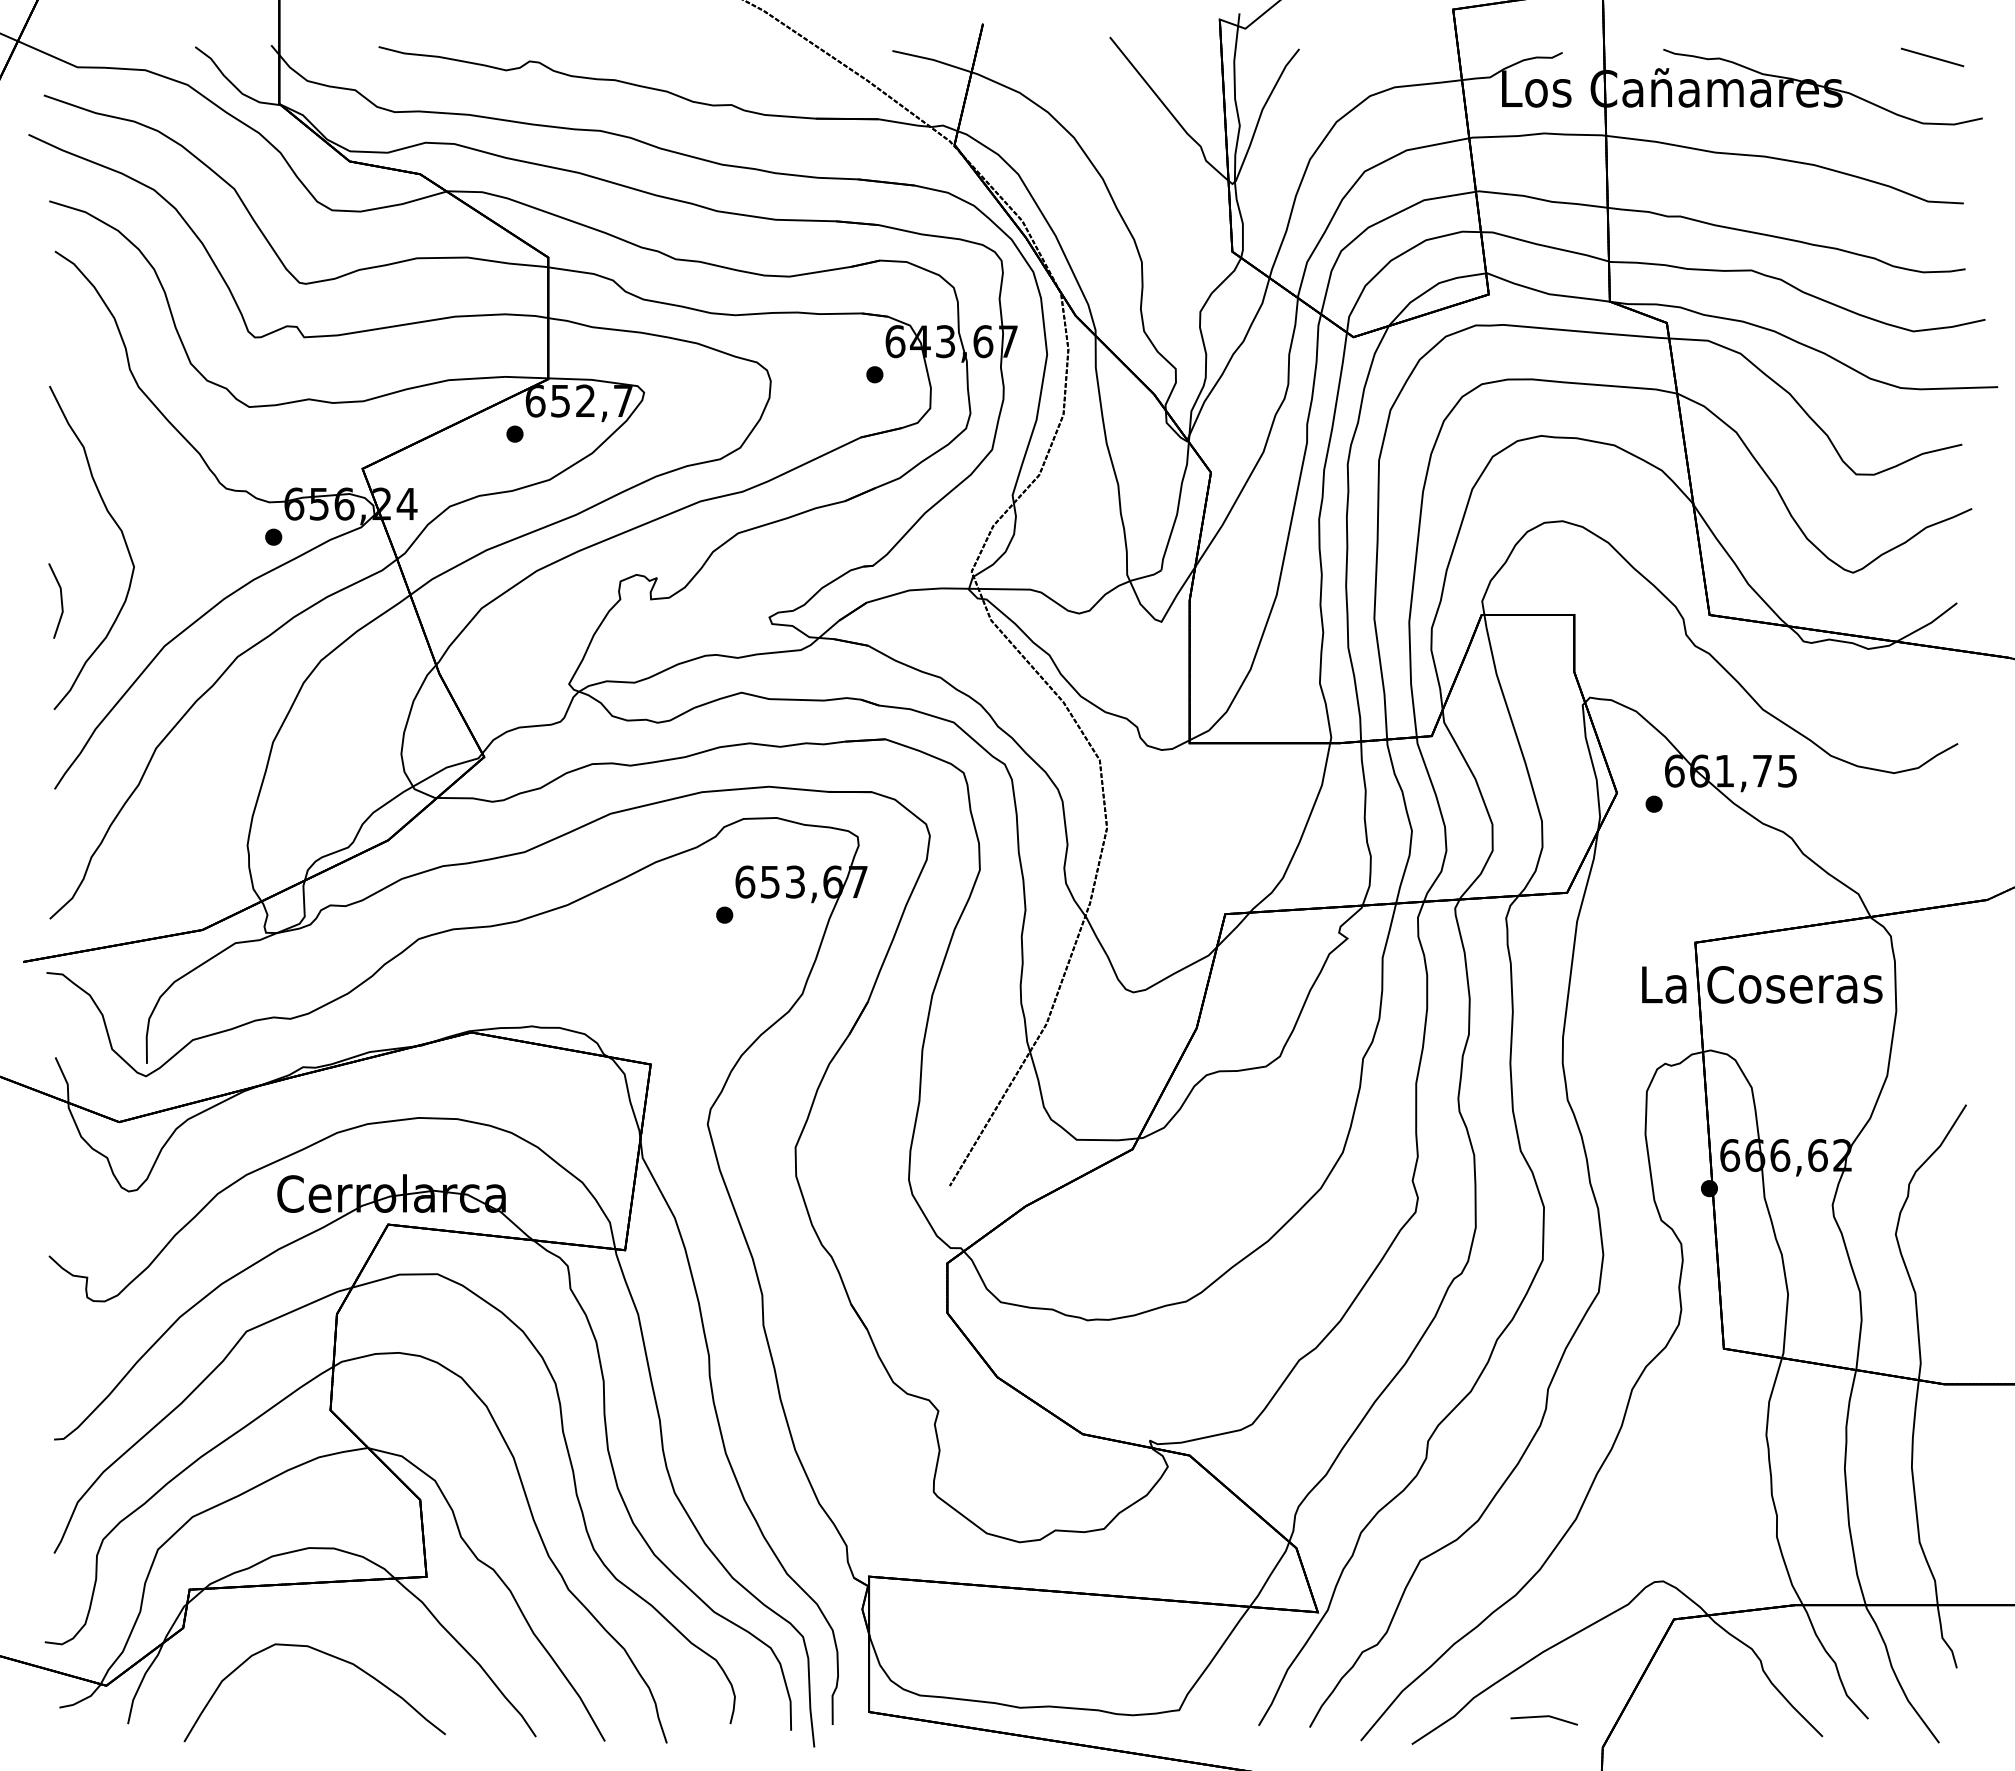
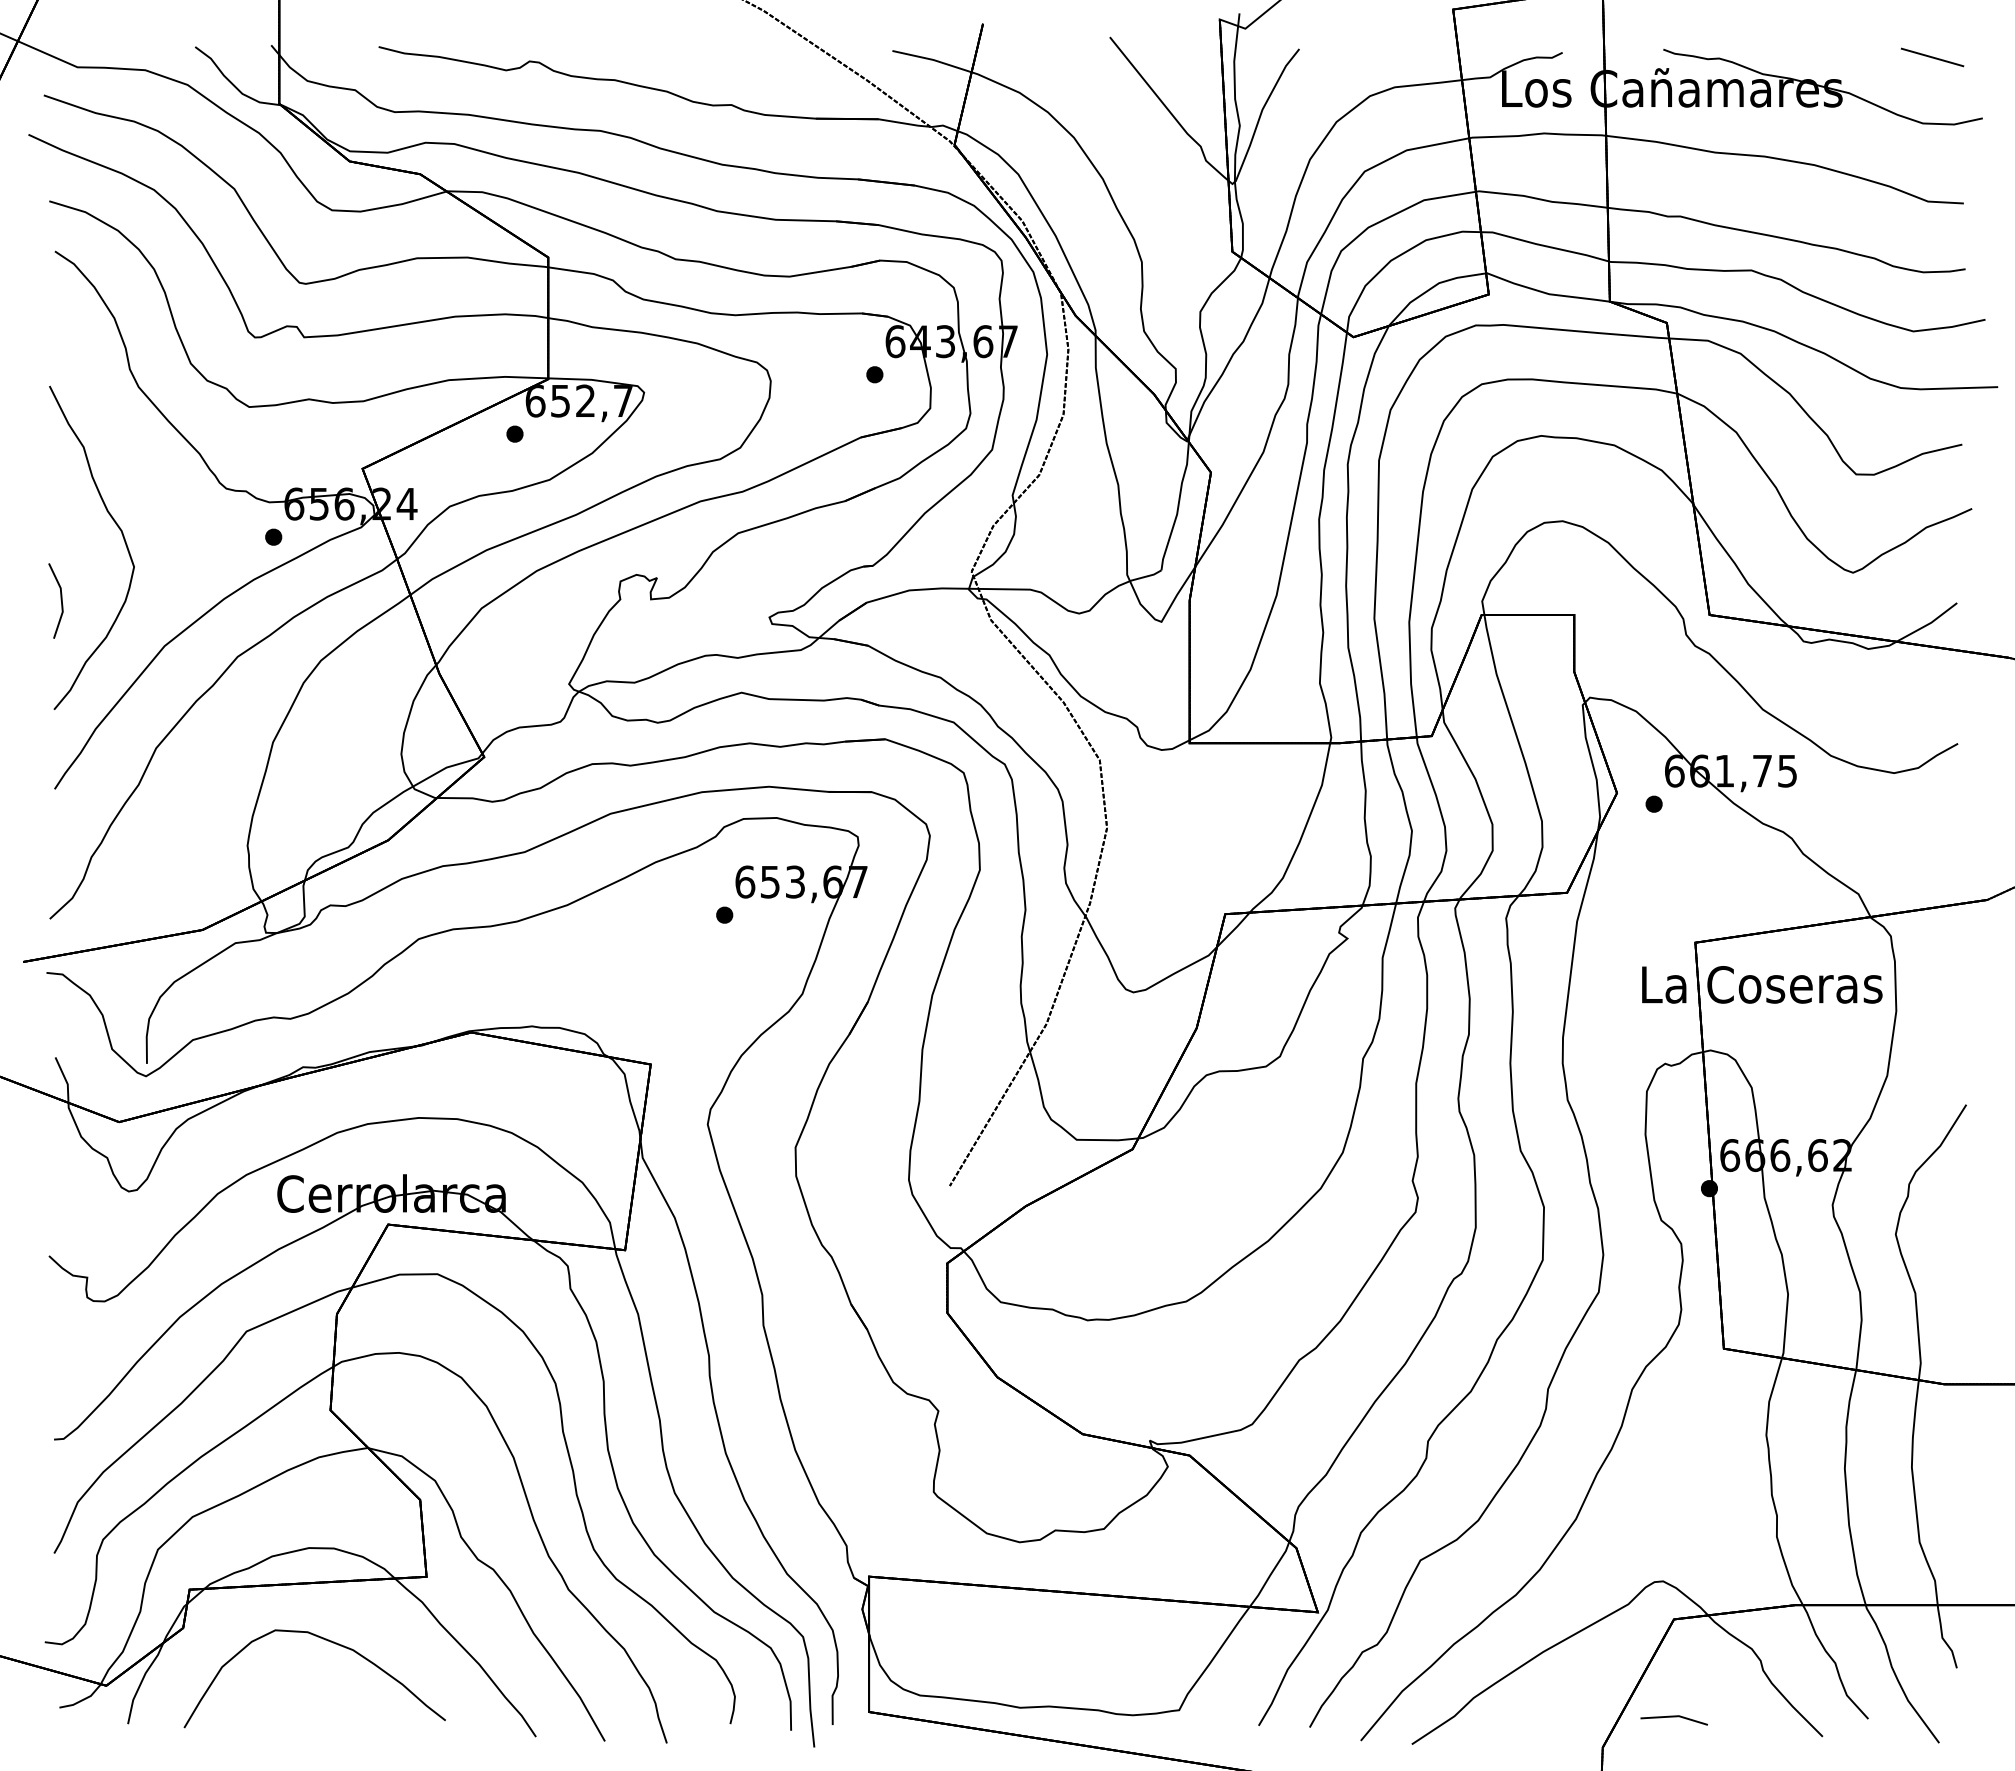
part at (327, 1655) position: (327, 1655) -> (327, 1641)
part at (1543, 1720) position: (1543, 1720) -> (1673, 1720)
